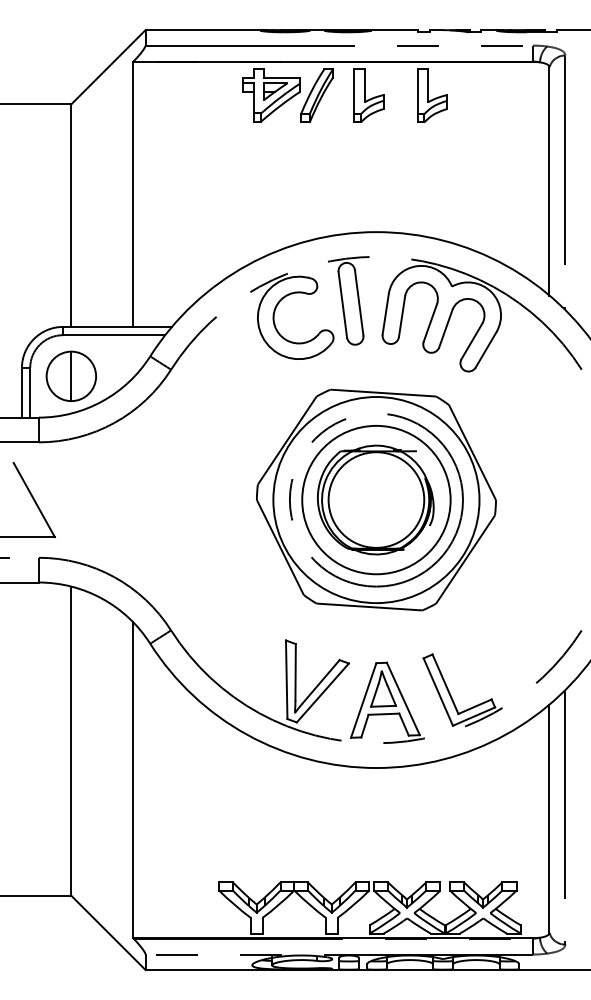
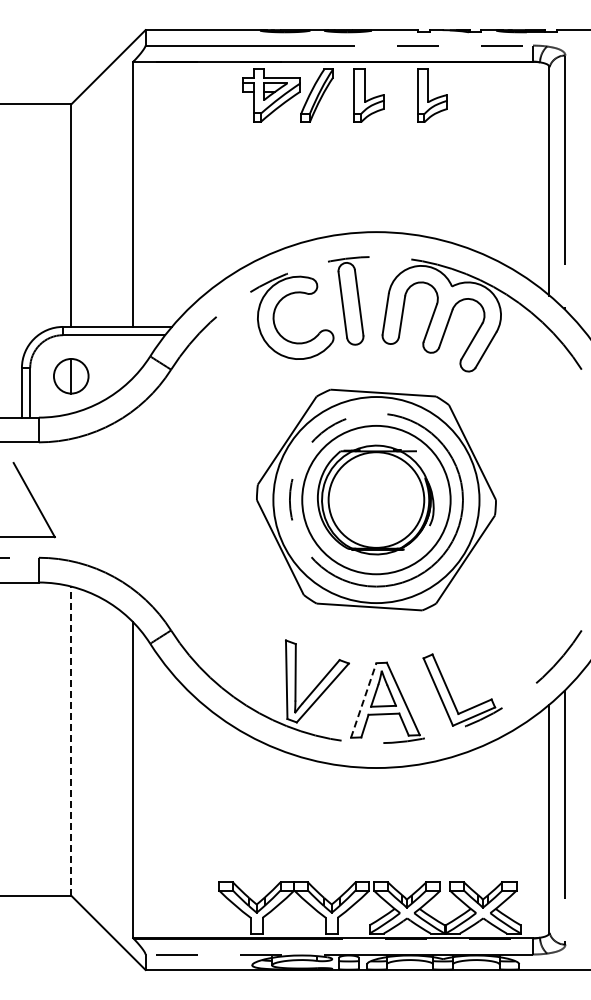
part at (70, 375) size: 52x52 px -> 37x37 px
line at (363, 700): solid -> dashed
line at (71, 741): solid -> dashed
